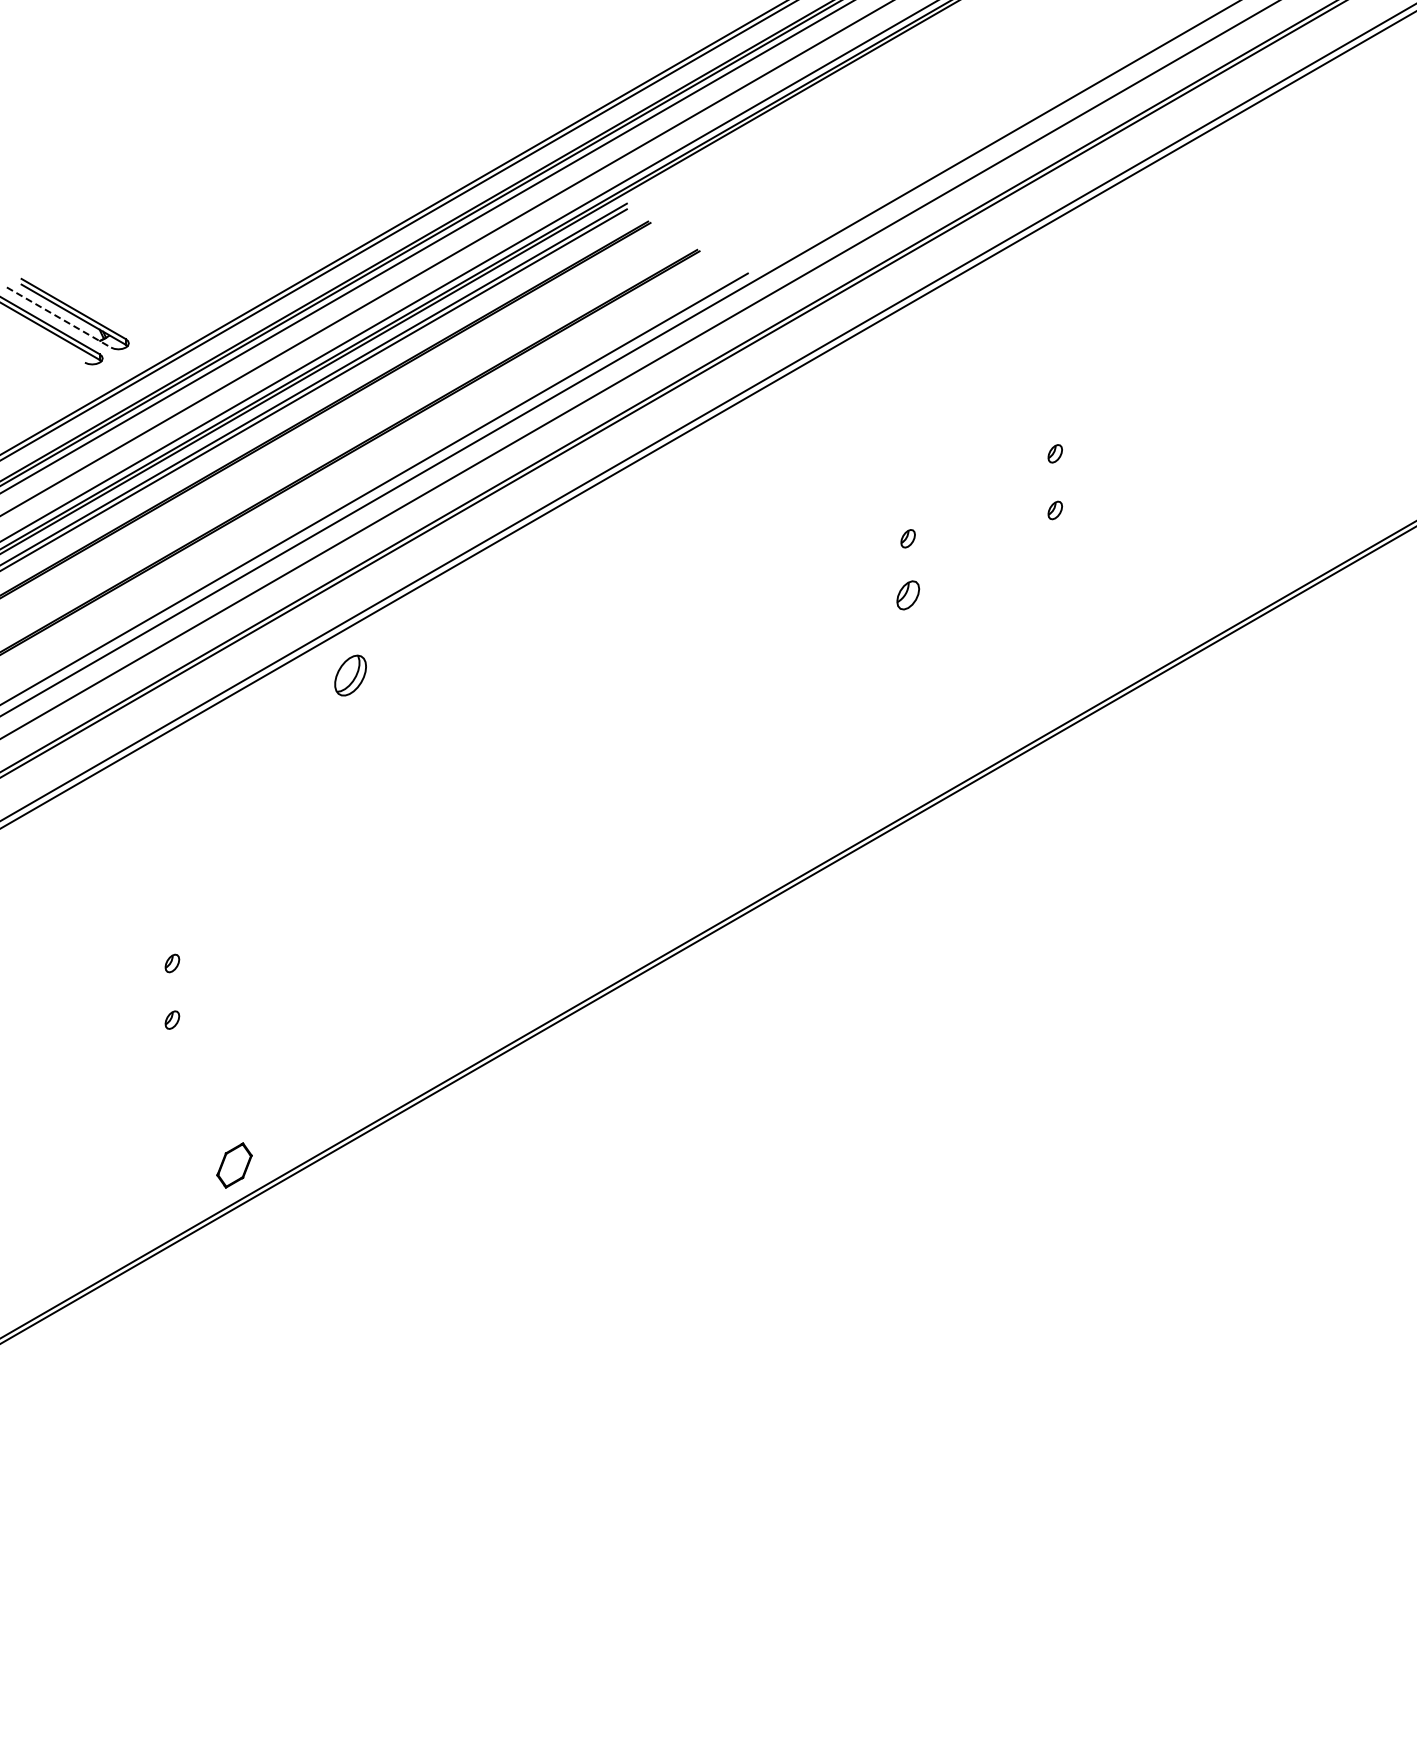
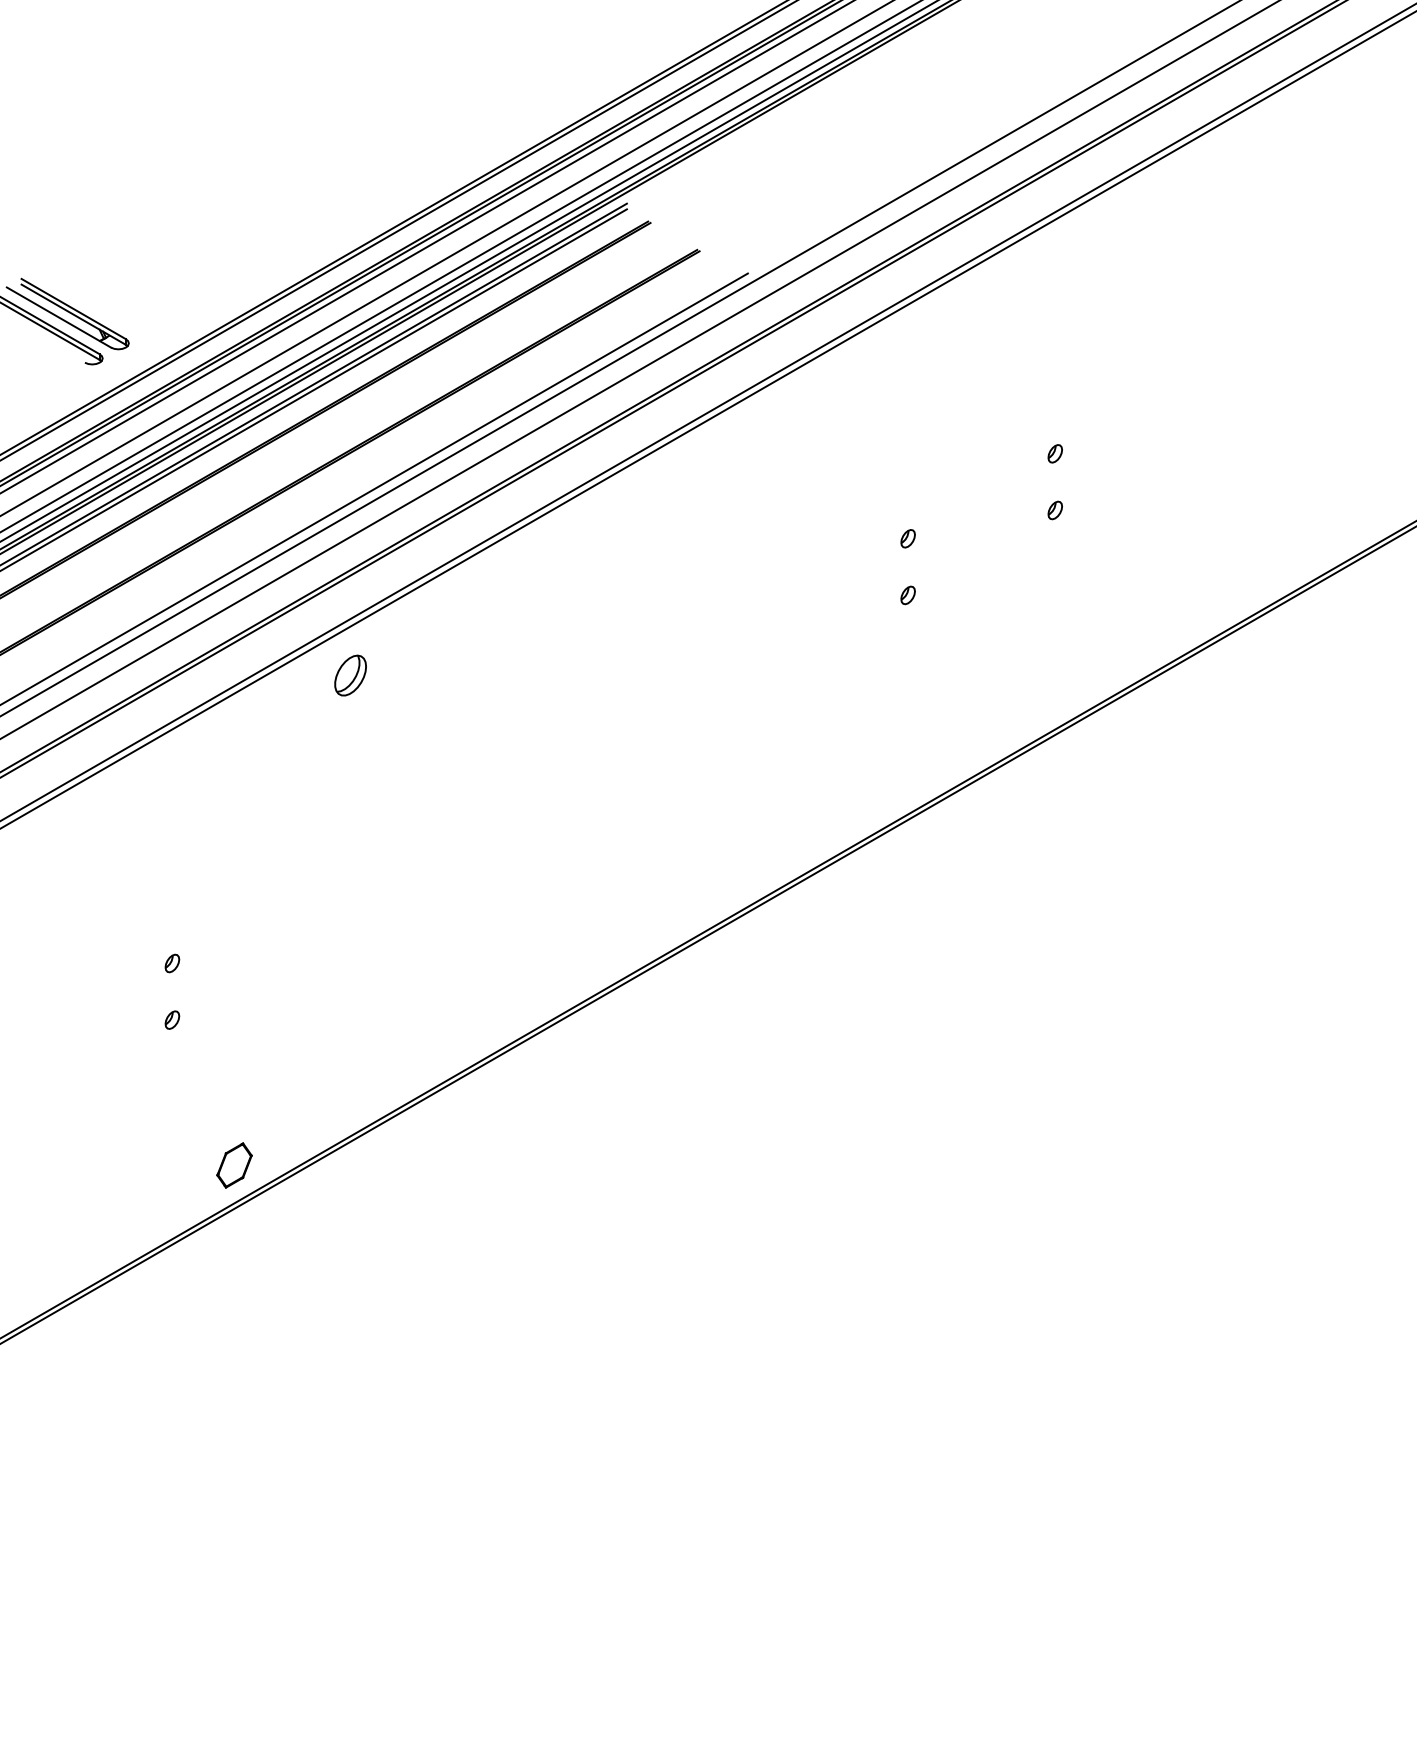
line at (460, 266): none -> present
line at (59, 317): dashed -> solid
part at (908, 595) size: 25x31 px -> 16x21 px
